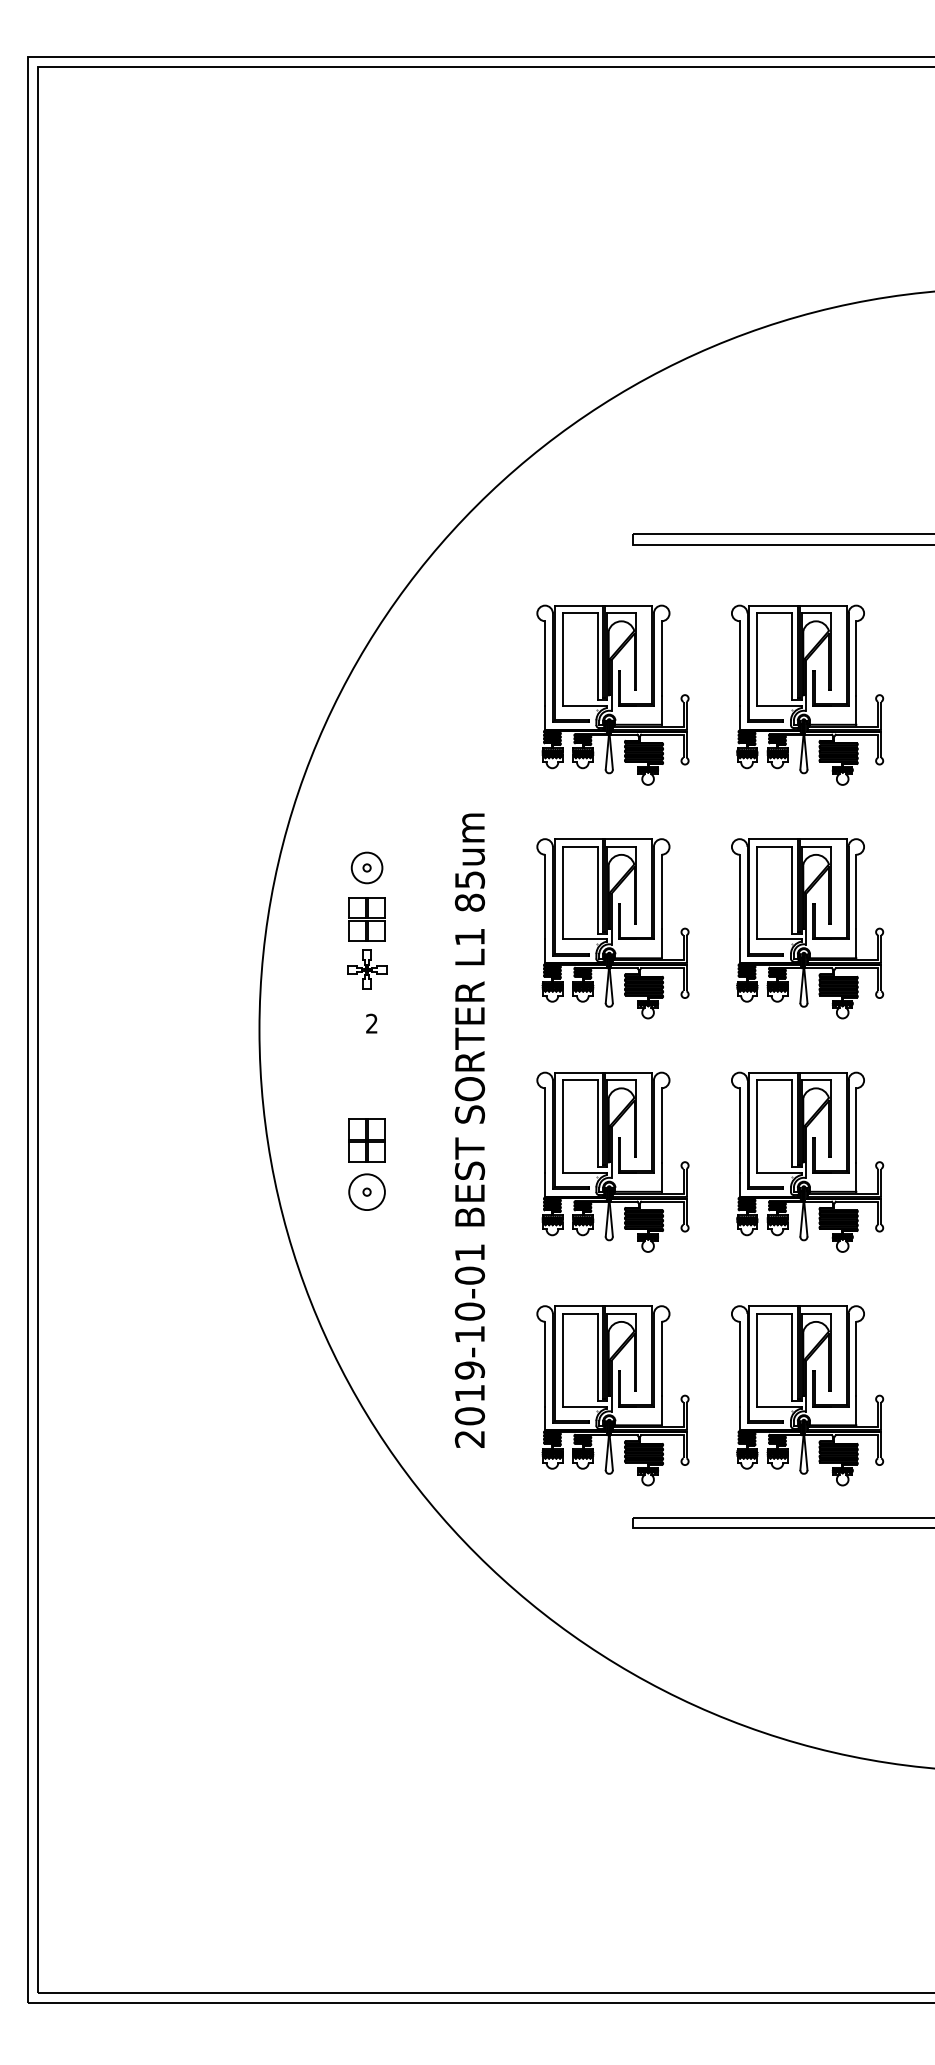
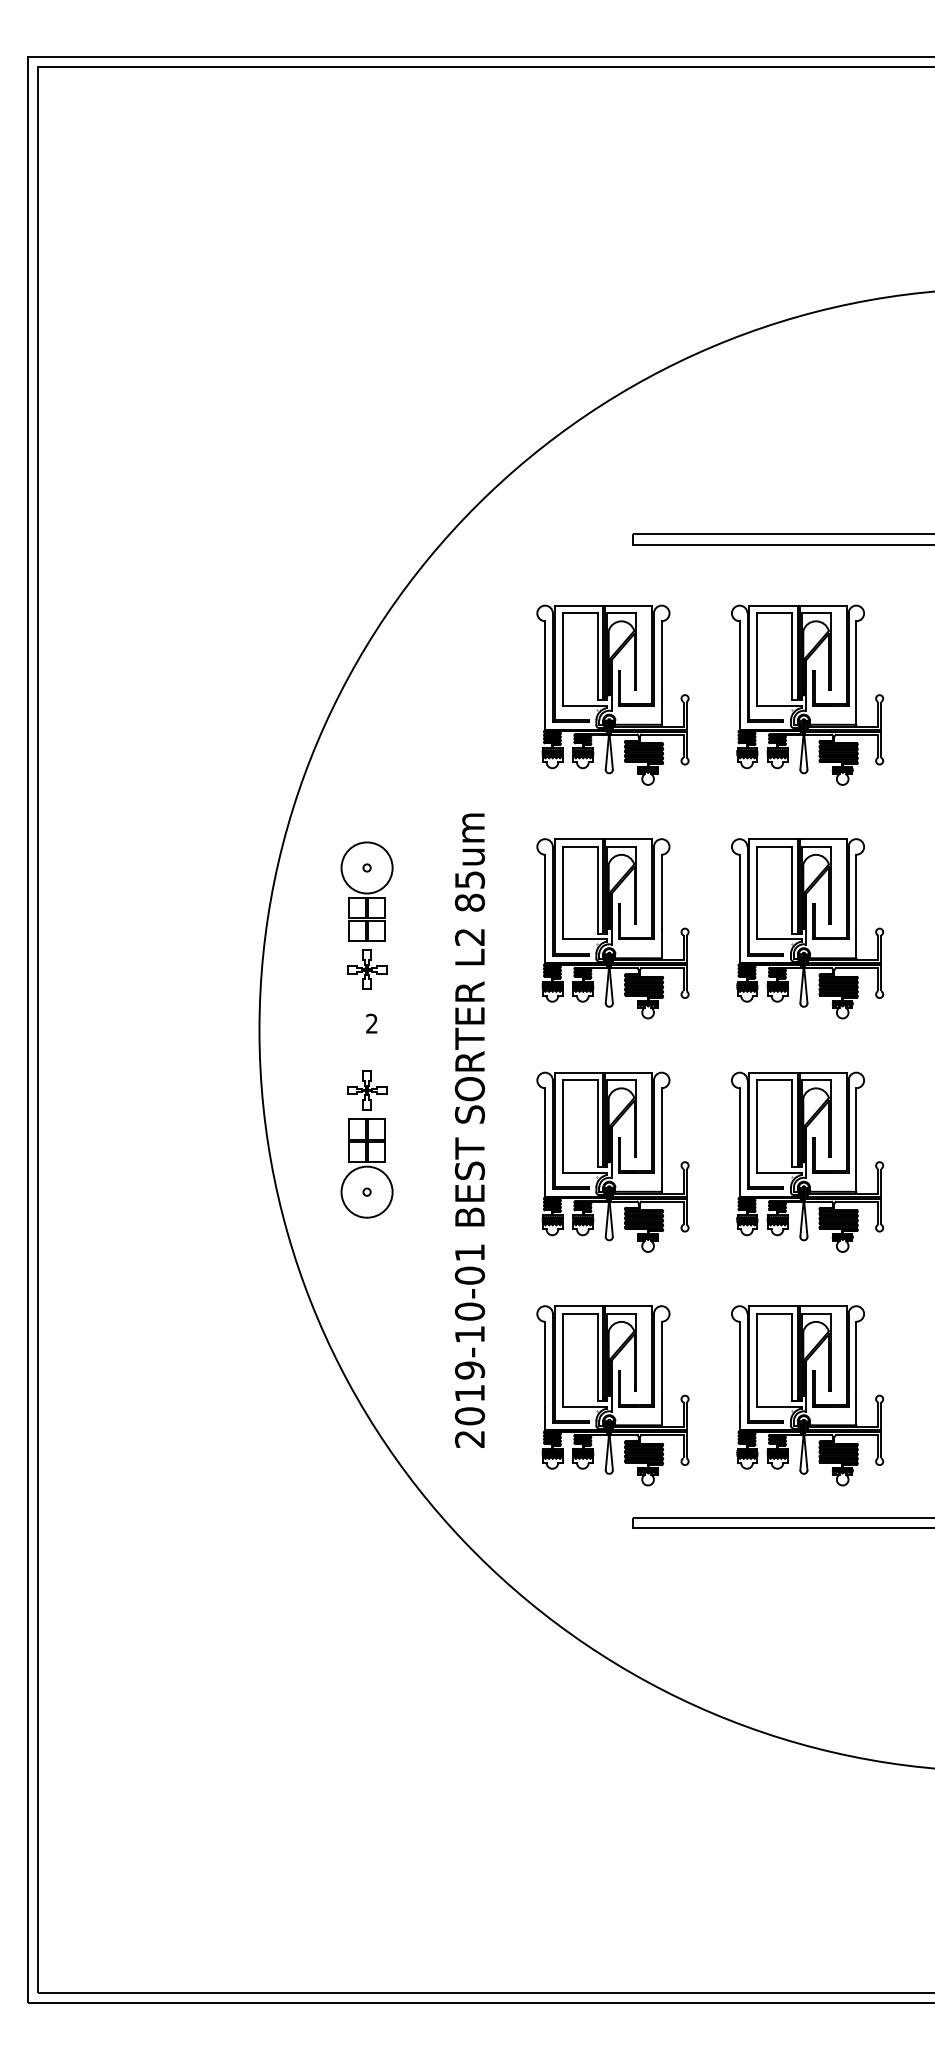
circle at (366, 867) diameter: 31 px -> 51 px
text at (469, 937): L1 -> L2
part at (367, 1090): none -> present
circle at (366, 1192) diameter: 36 px -> 51 px
